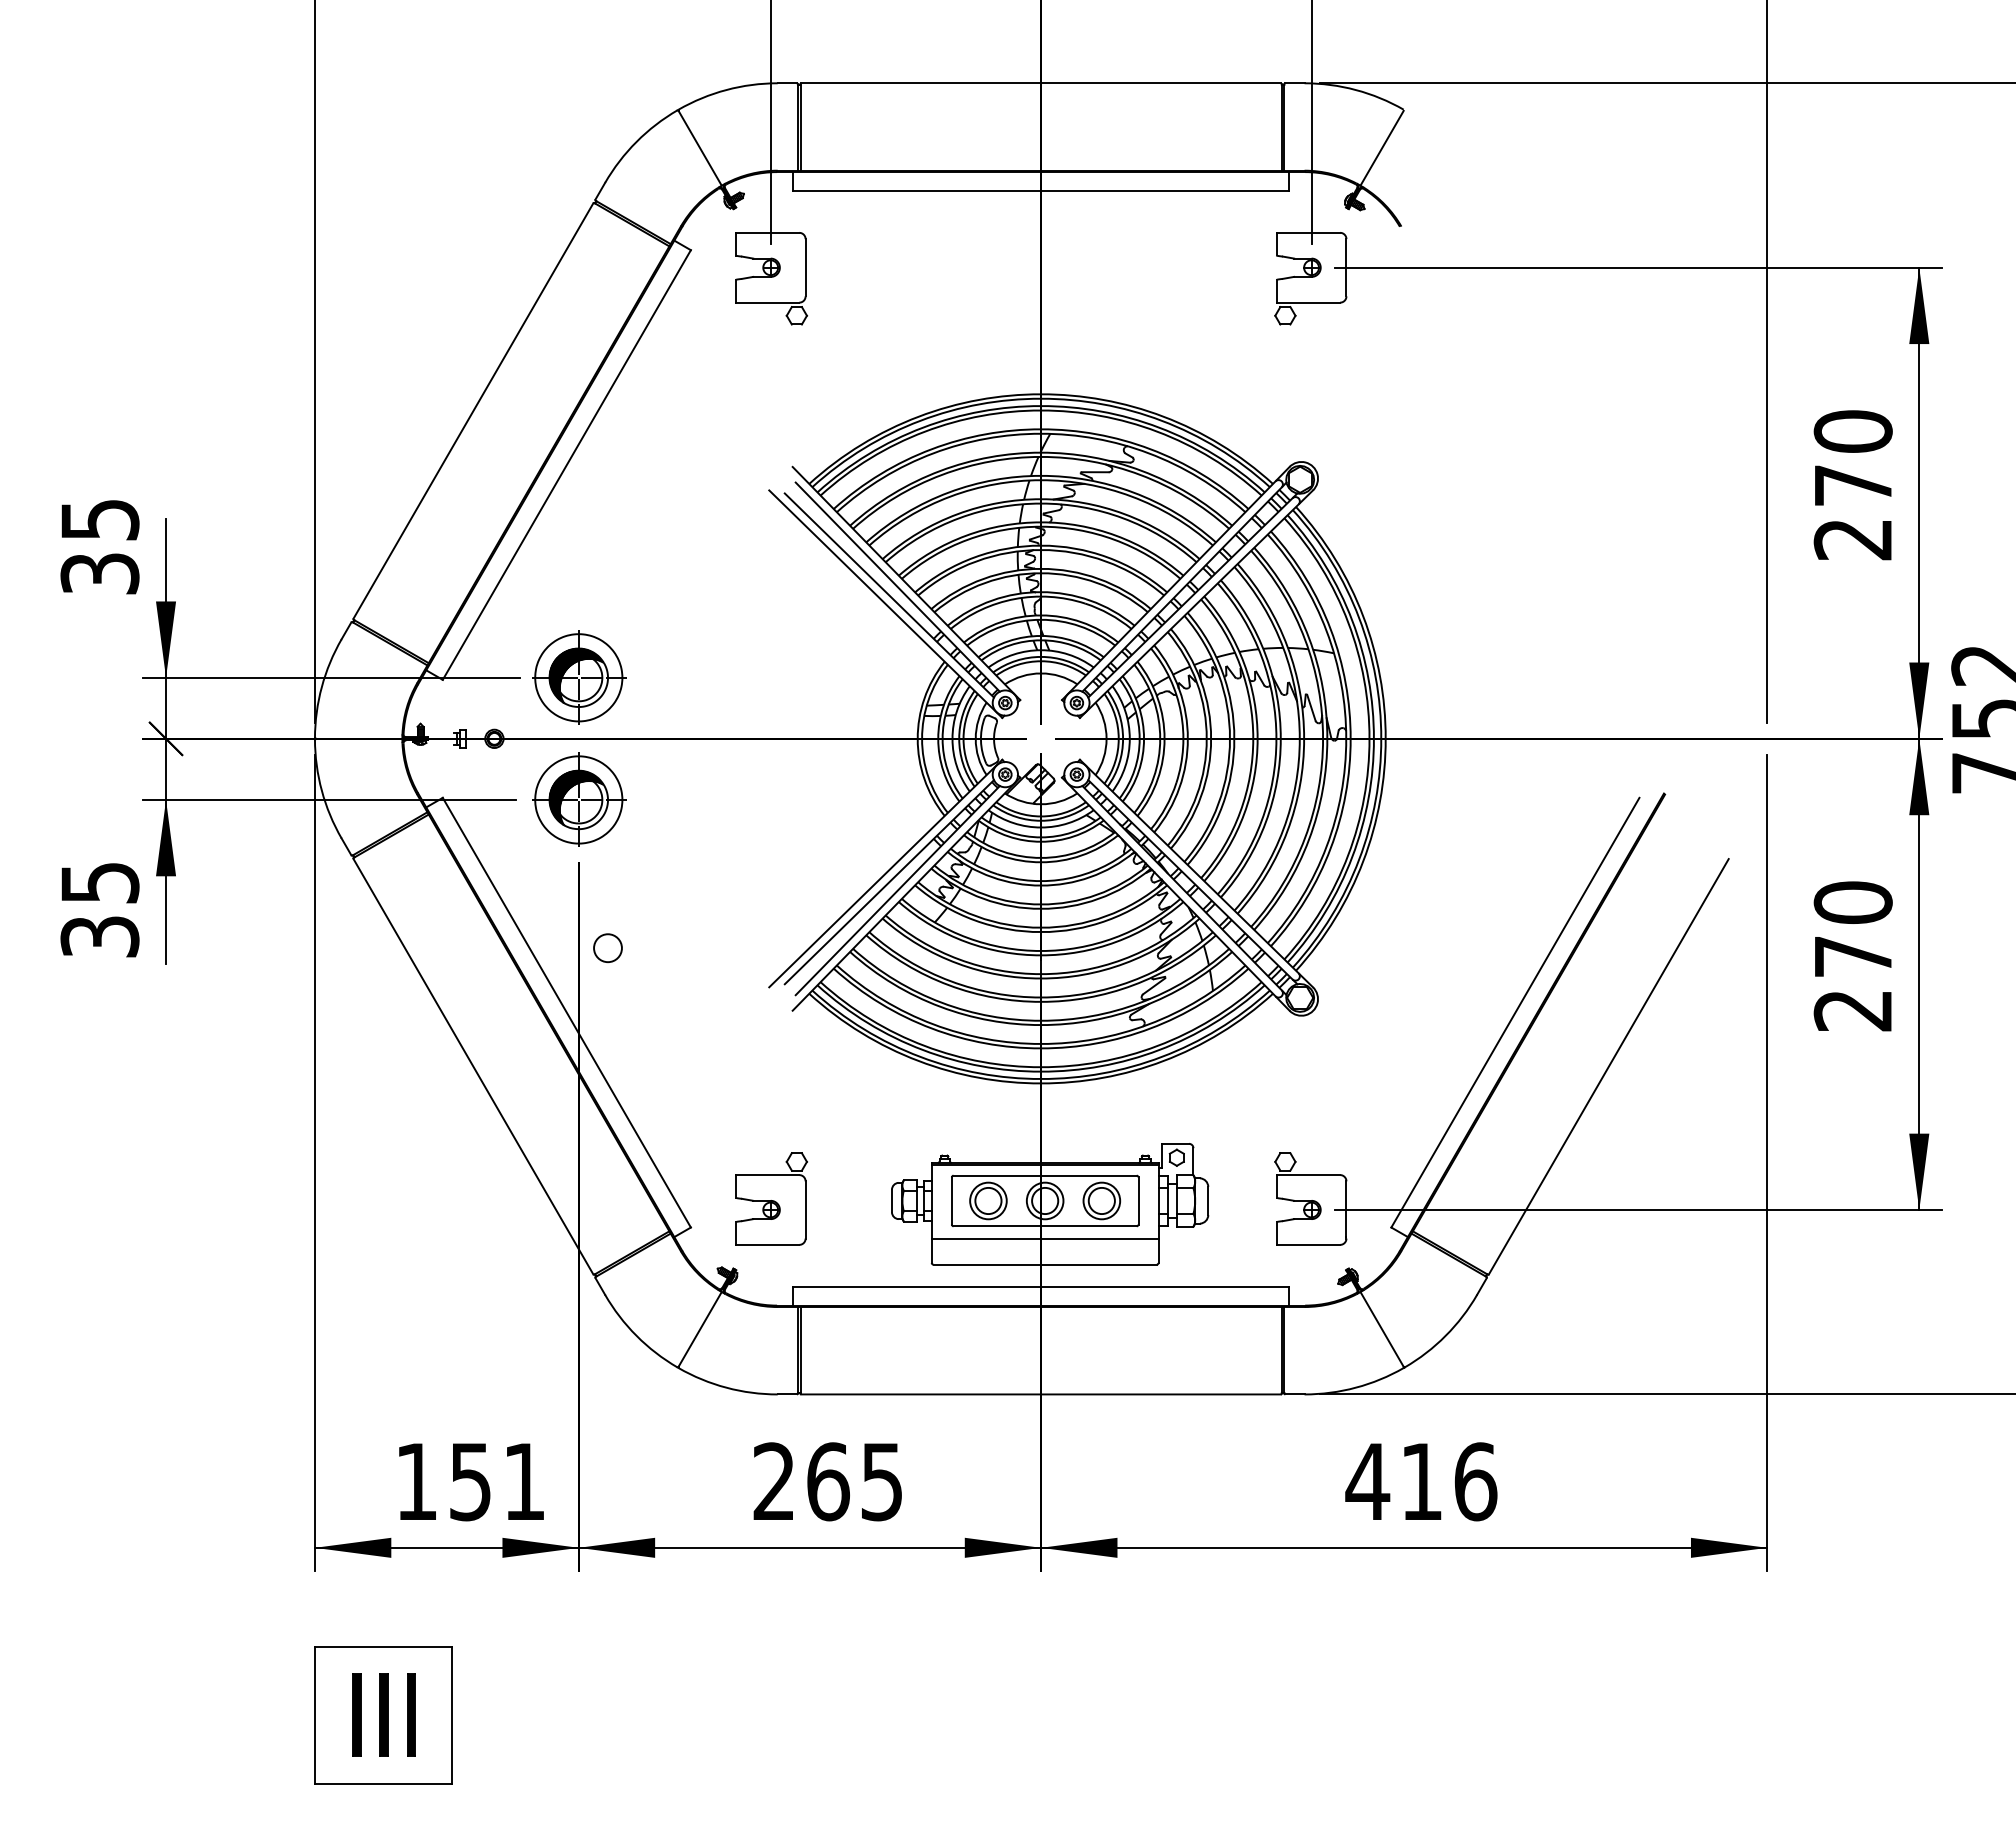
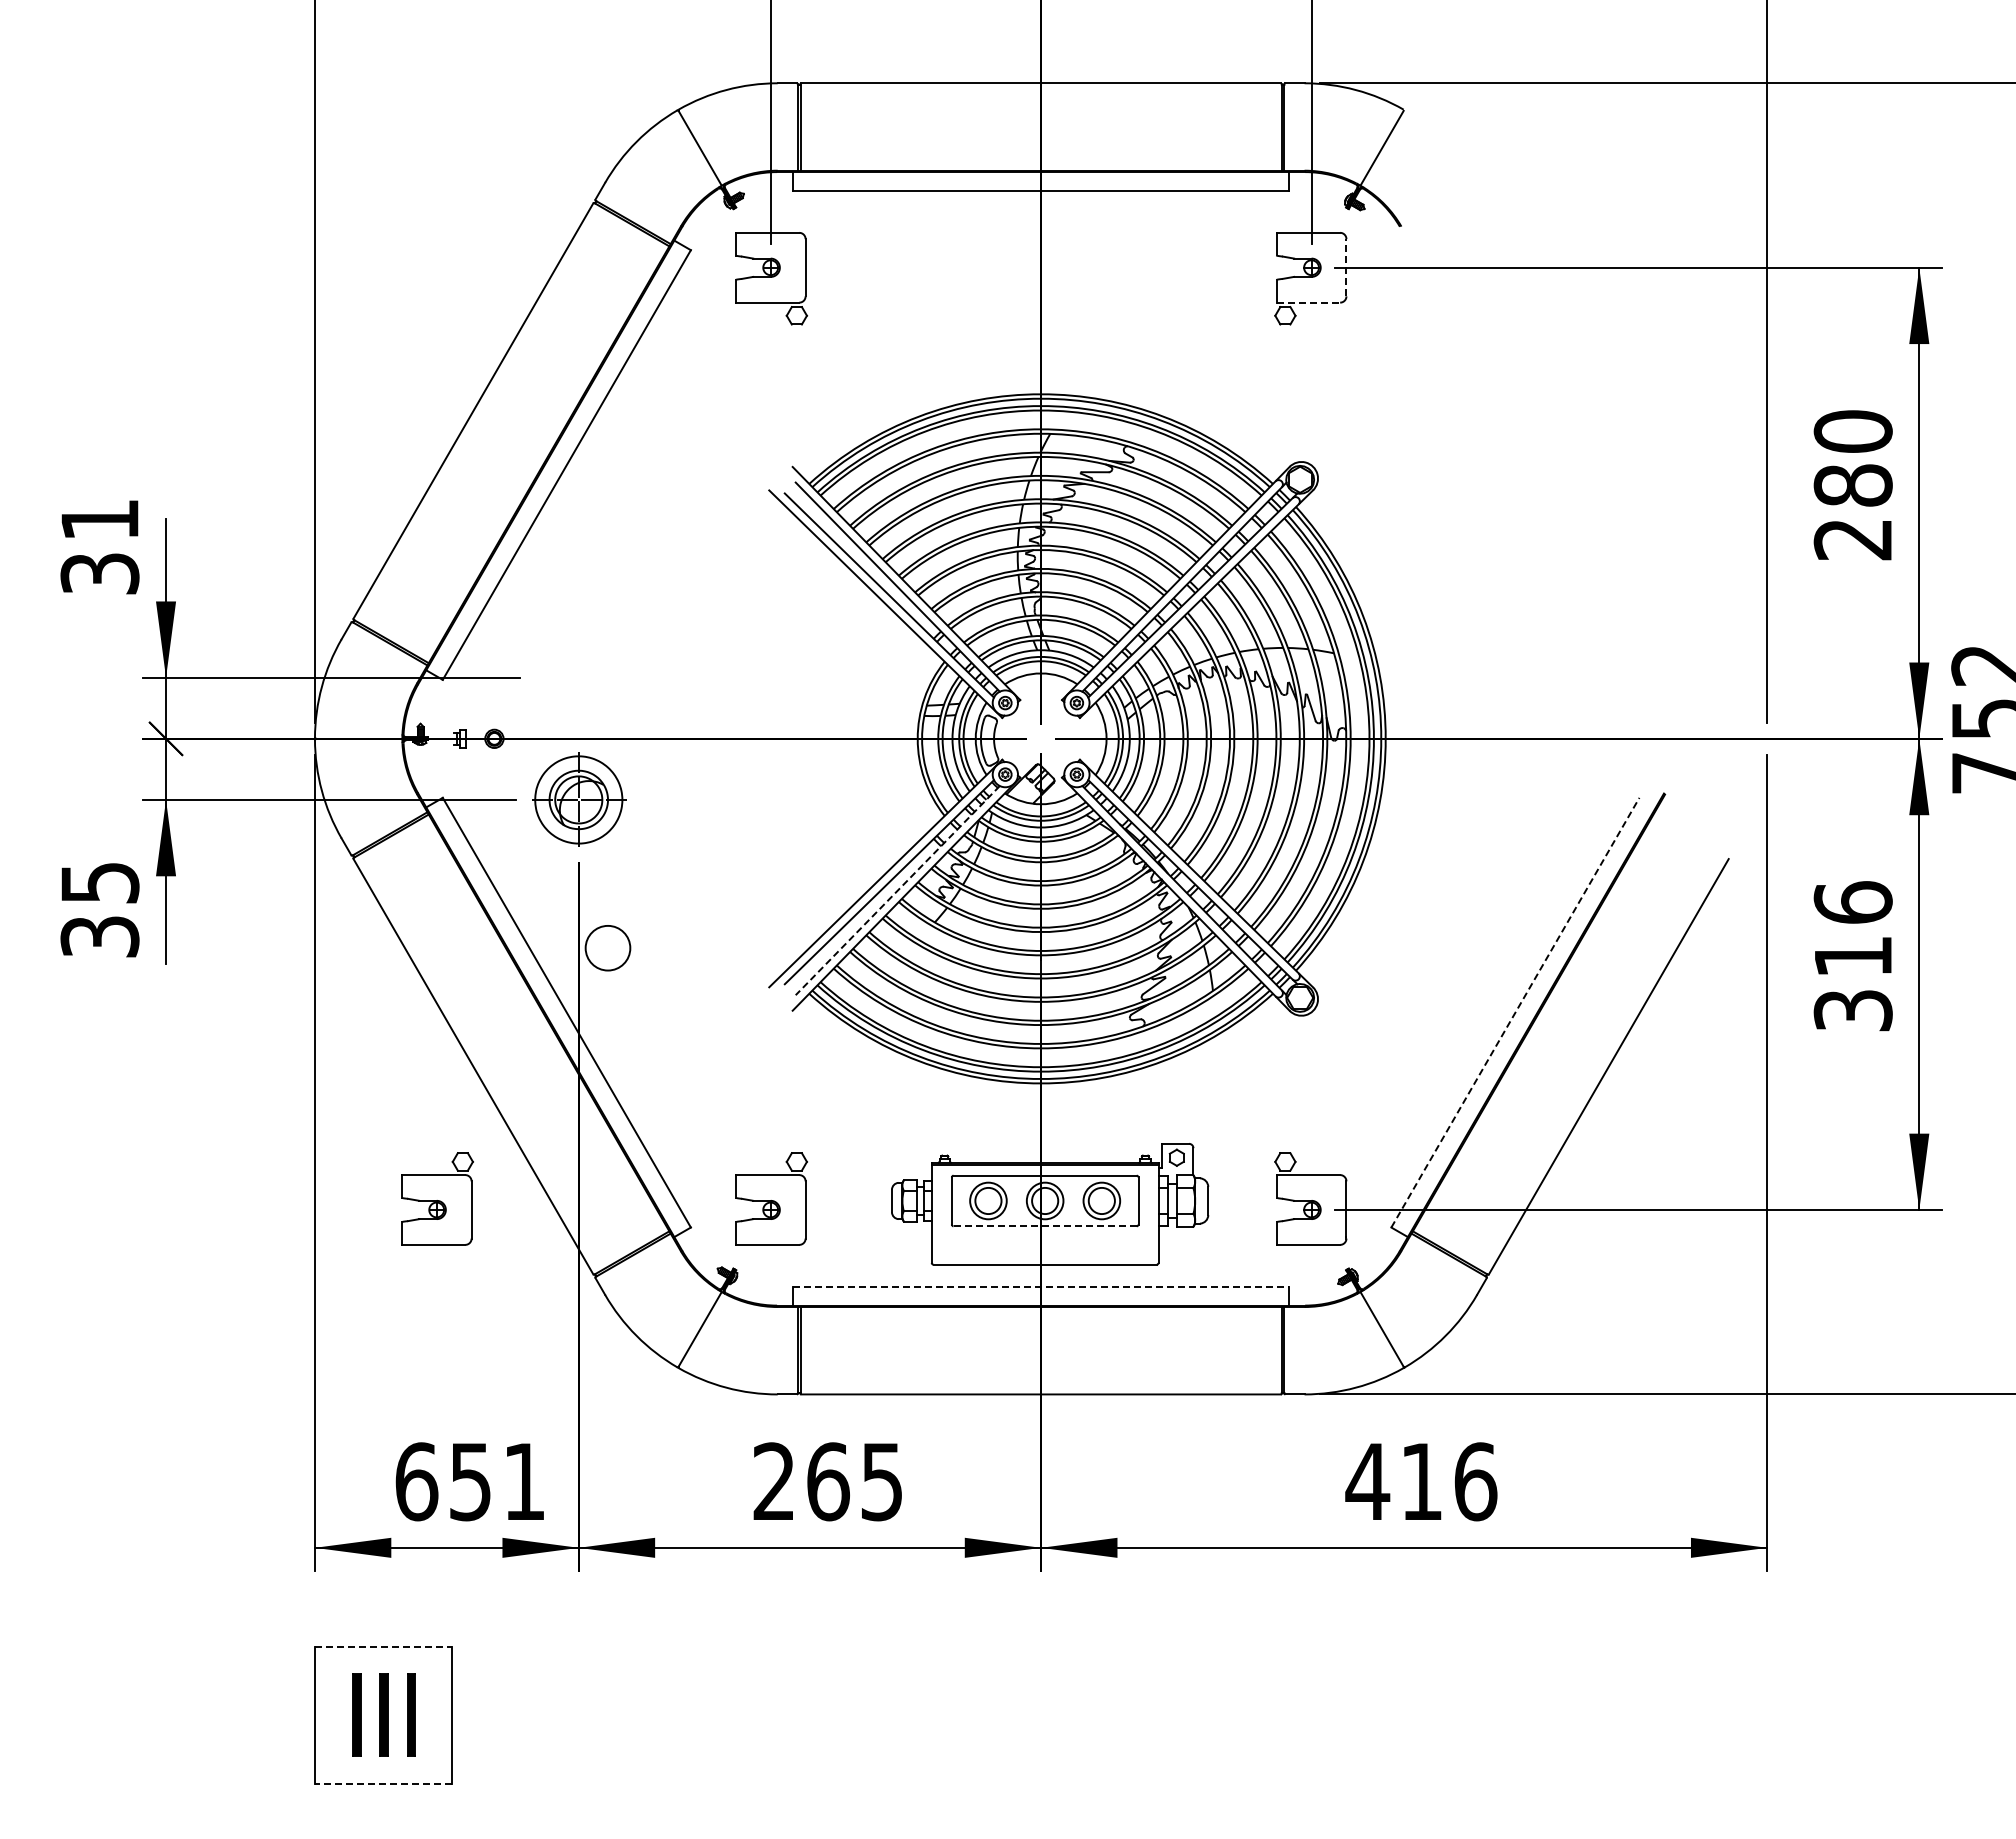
line at (1346, 267): solid -> dashed
line at (1308, 302): solid -> dashed
text at (1852, 485): 270 -> 280
text at (100, 520): 35 -> 31
part at (579, 677): present -> none
hatch at (576, 797): present -> none
line at (897, 890): solid -> dashed
circle at (607, 948) diameter: 28 px -> 45 px
text at (1852, 956): 270 -> 316
line at (1515, 1012): solid -> dashed
part at (437, 1198): none -> present
line at (1045, 1226): solid -> dashed
line at (1044, 1238): present -> none
line at (1041, 1286): solid -> dashed
text at (416, 1481): 151 -> 651
line at (383, 1646): solid -> dashed
line at (383, 1784): solid -> dashed
